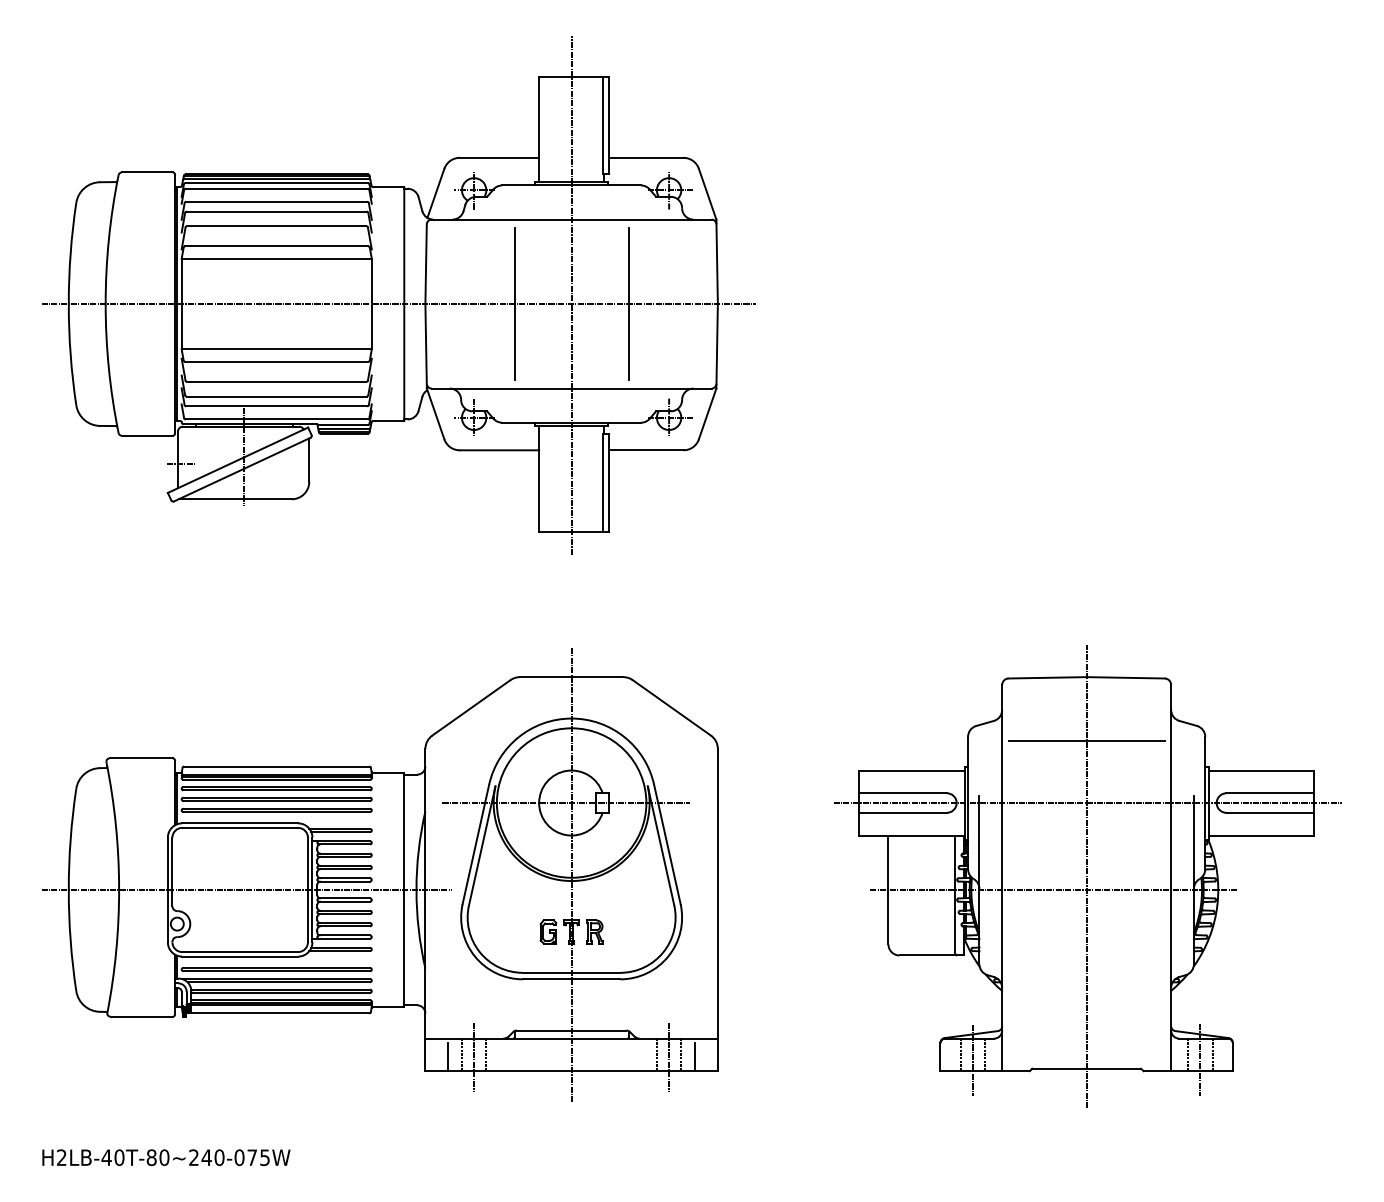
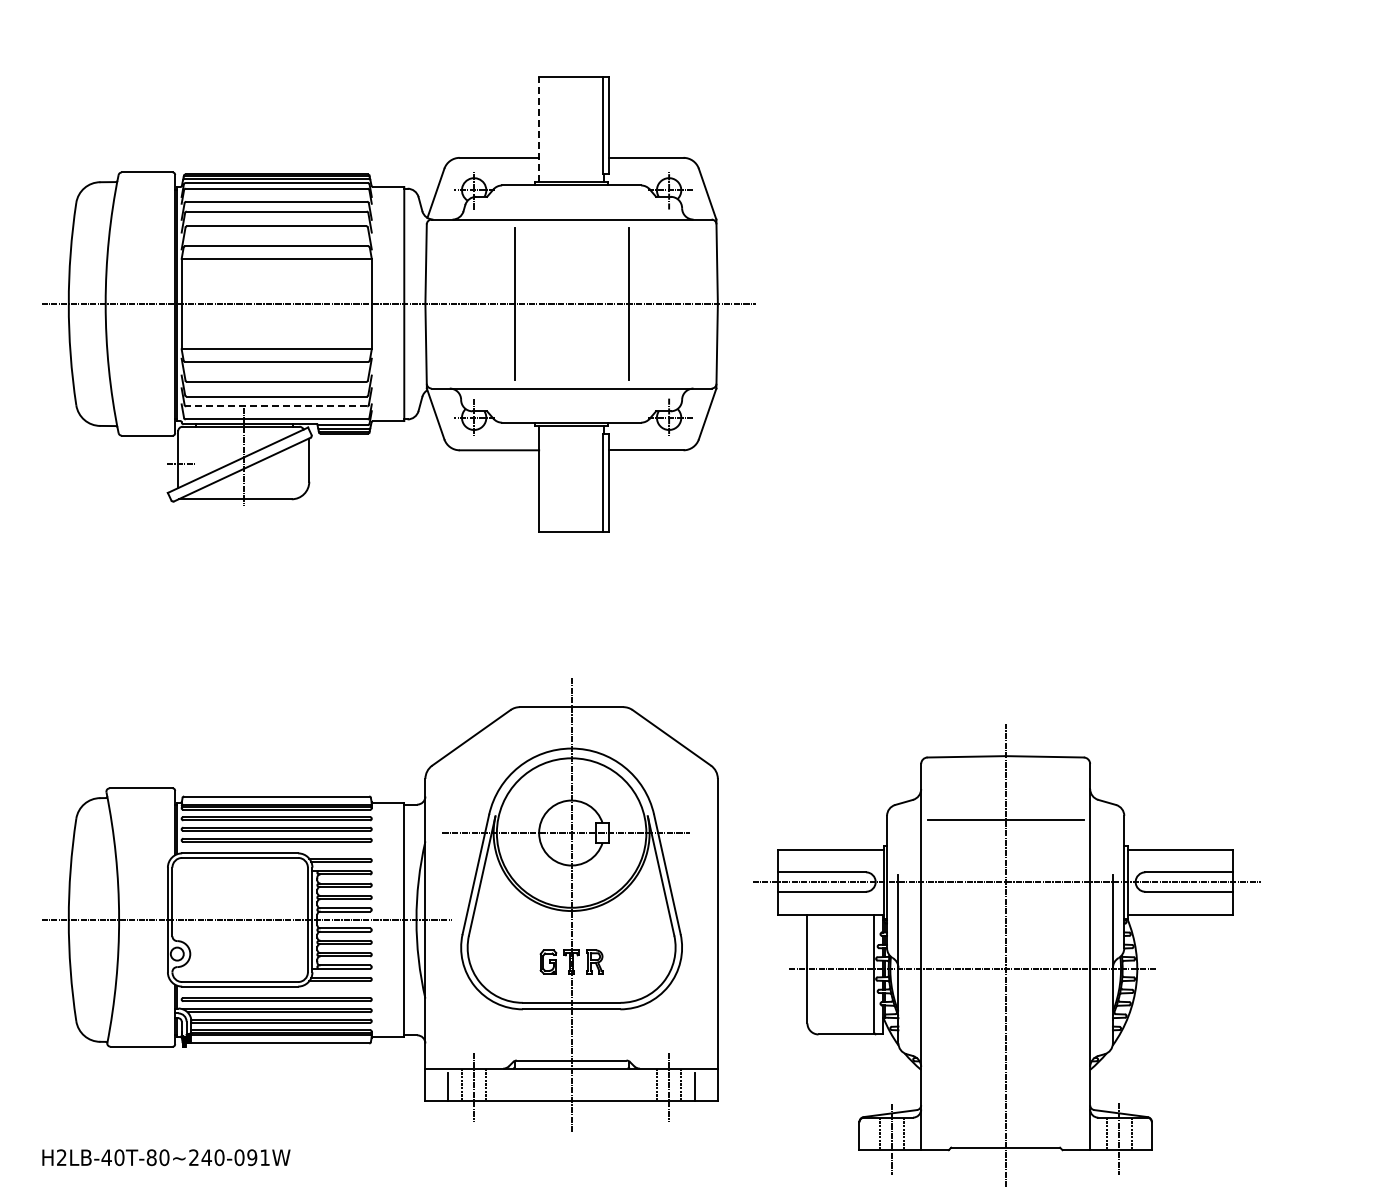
line at (539, 129): solid -> dashed
line at (571, 294): present -> none
line at (276, 406): solid -> dashed
part at (380, 874) position: (380, 874) -> (380, 904)
part at (1087, 876) position: (1087, 876) -> (1006, 955)
text at (258, 1157): H2LB-40T-80~240-075W -> H2LB-40T-80~240-091W
